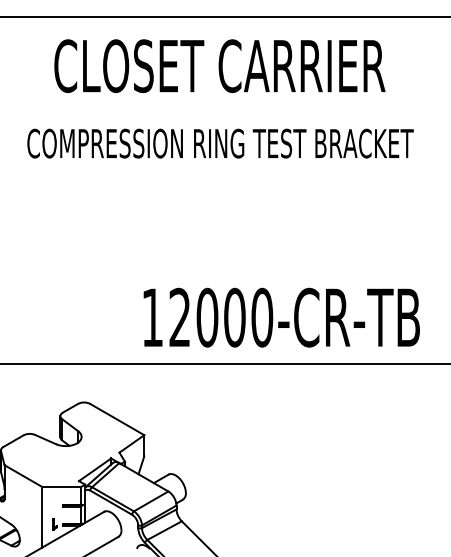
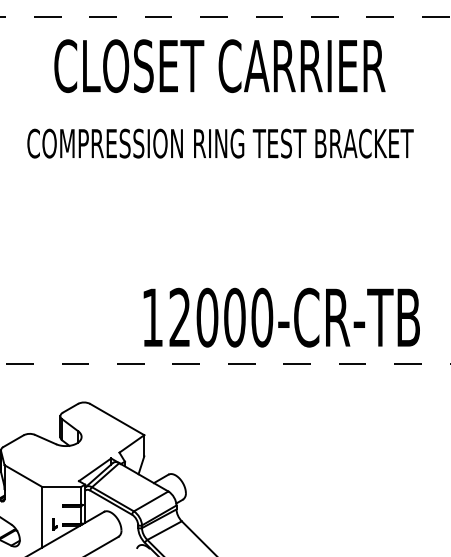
line at (225, 17): solid -> dashed
line at (225, 363): solid -> dashed
